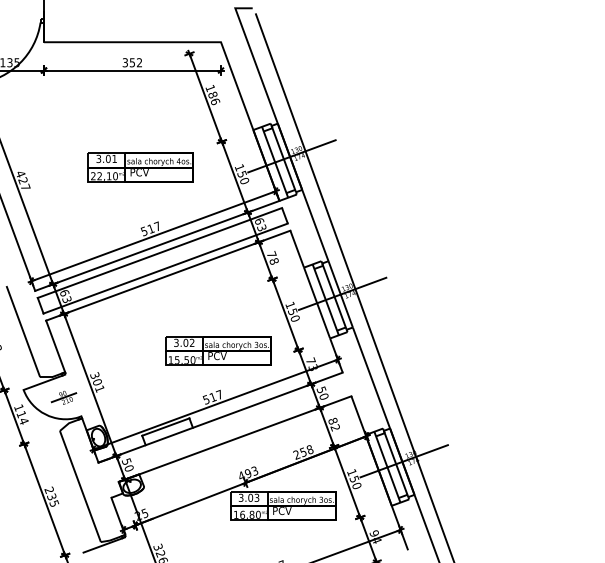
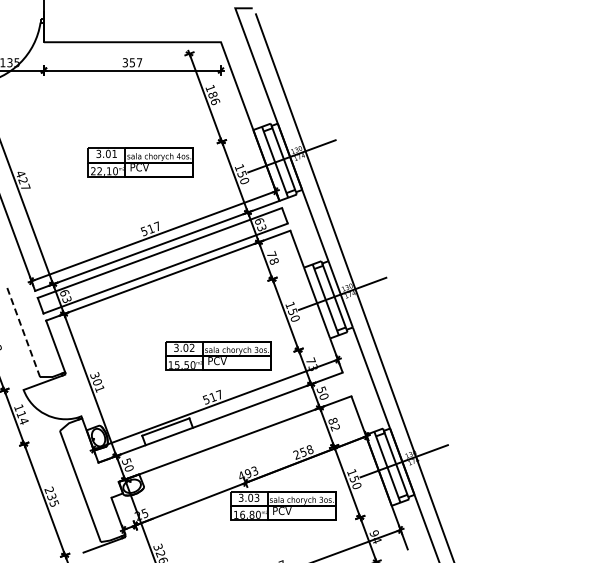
text at (139, 62): 352 -> 357
part at (140, 167) position: (140, 167) -> (140, 162)
line at (23, 331): solid -> dashed
part at (218, 350) position: (218, 350) -> (218, 355)
part at (63, 397): present -> none
